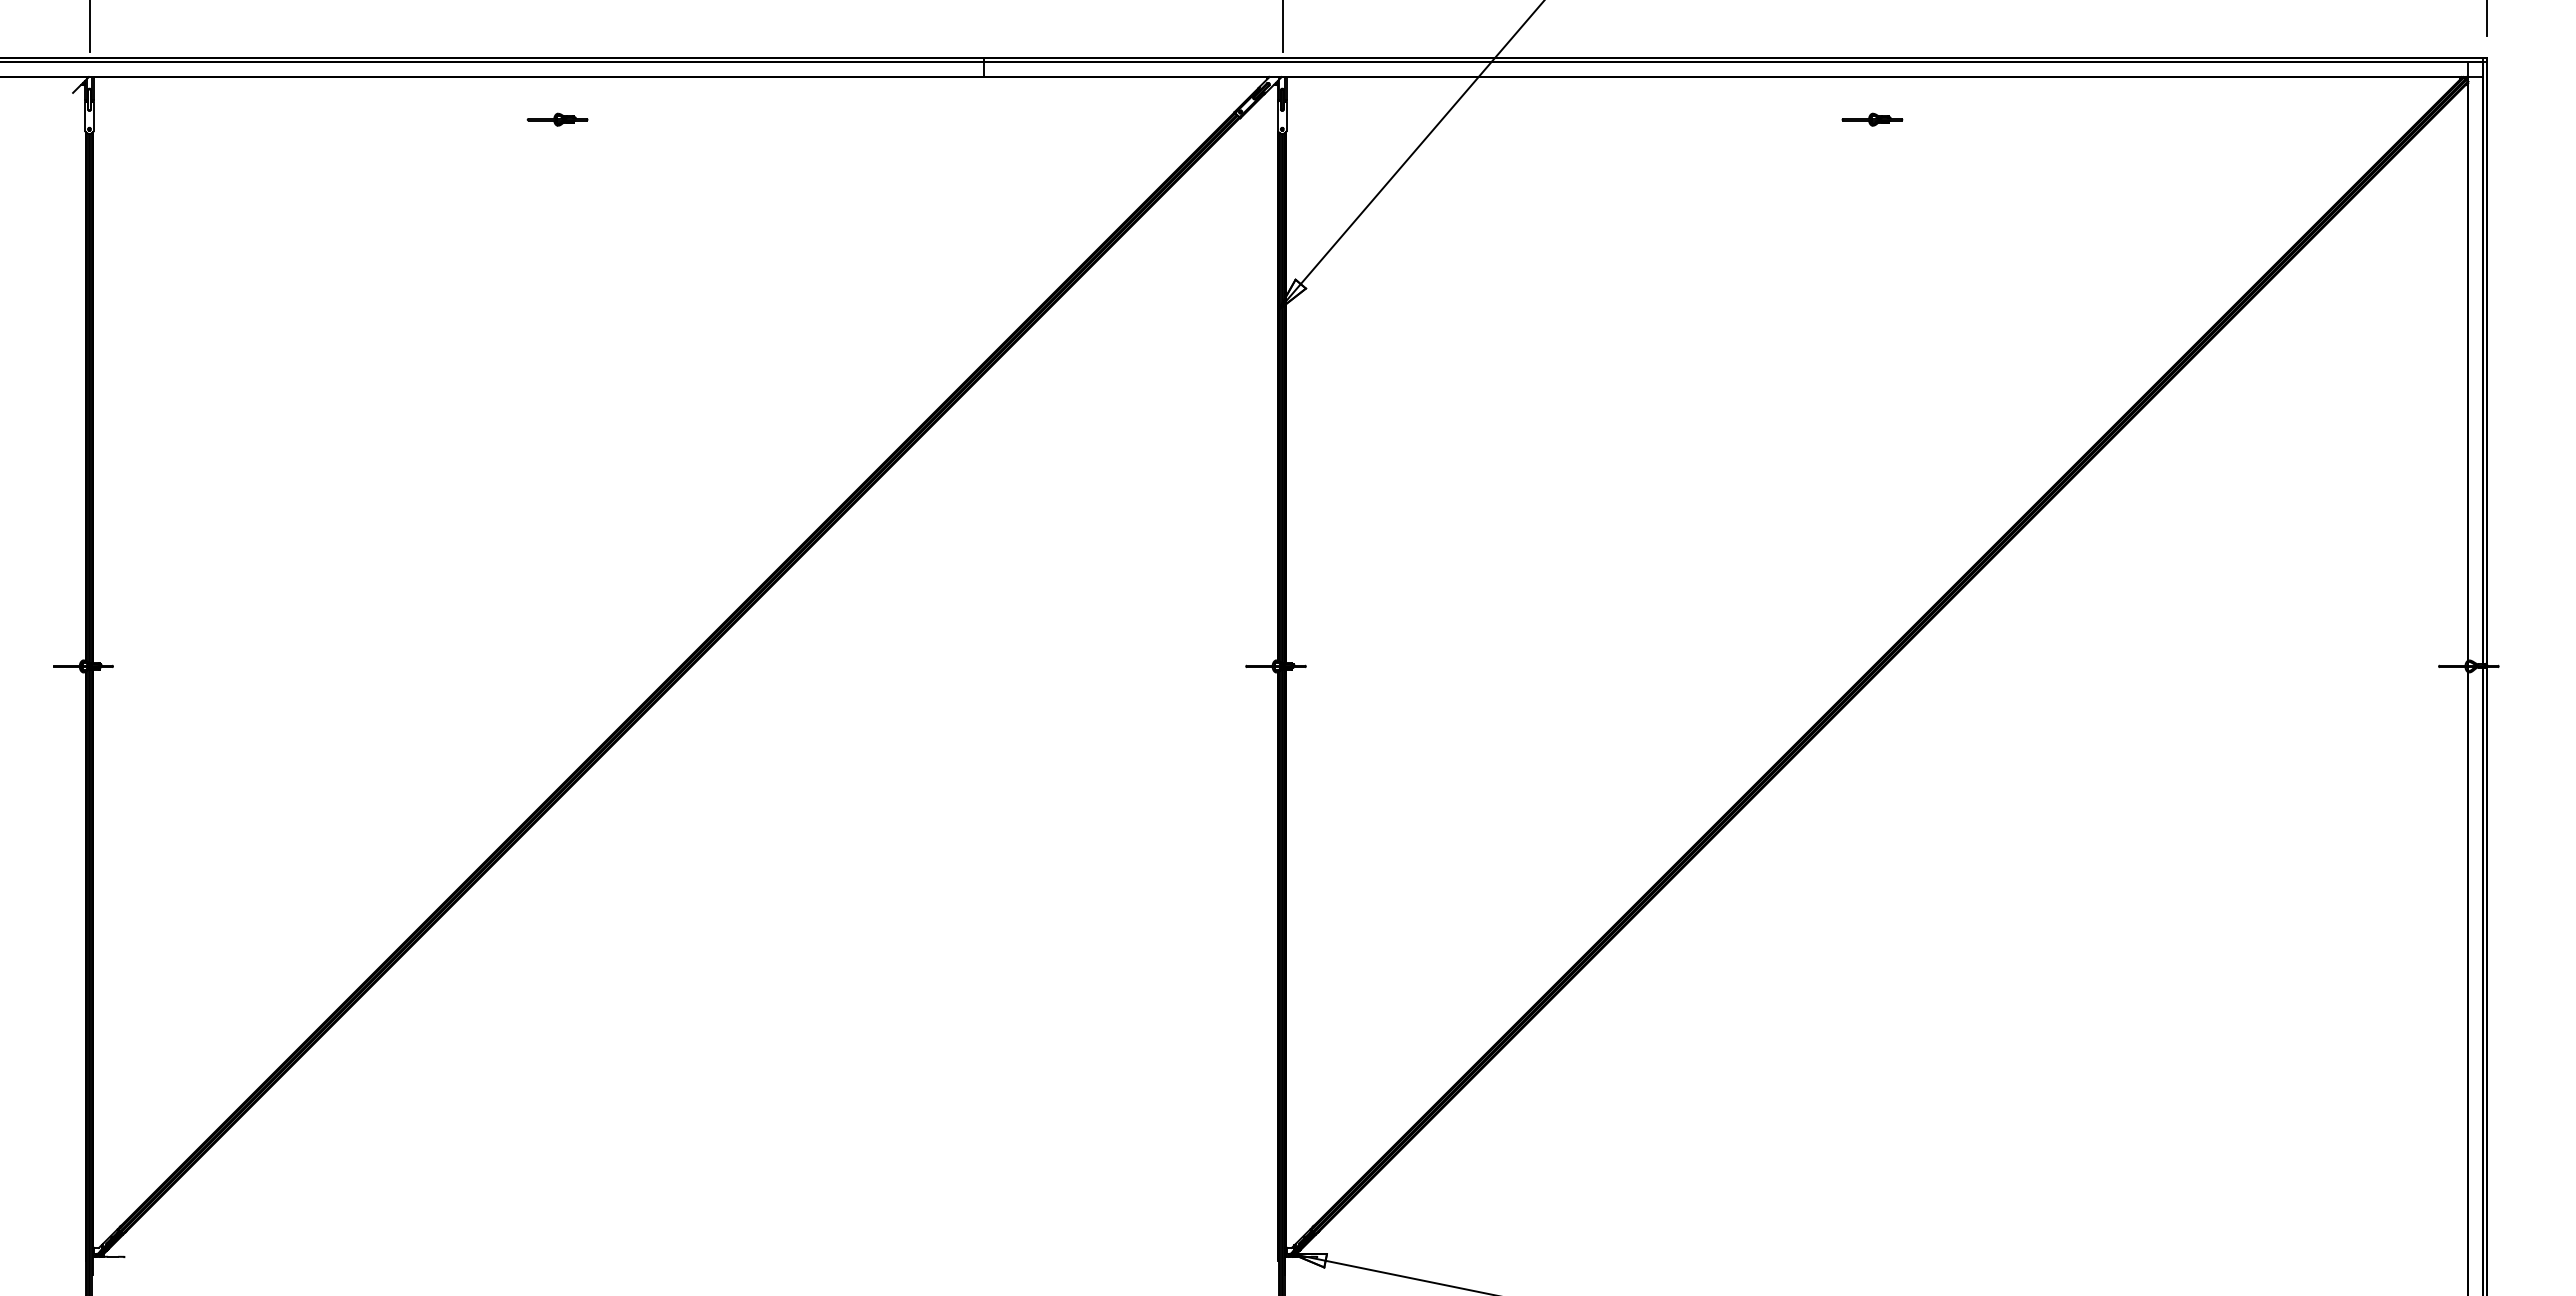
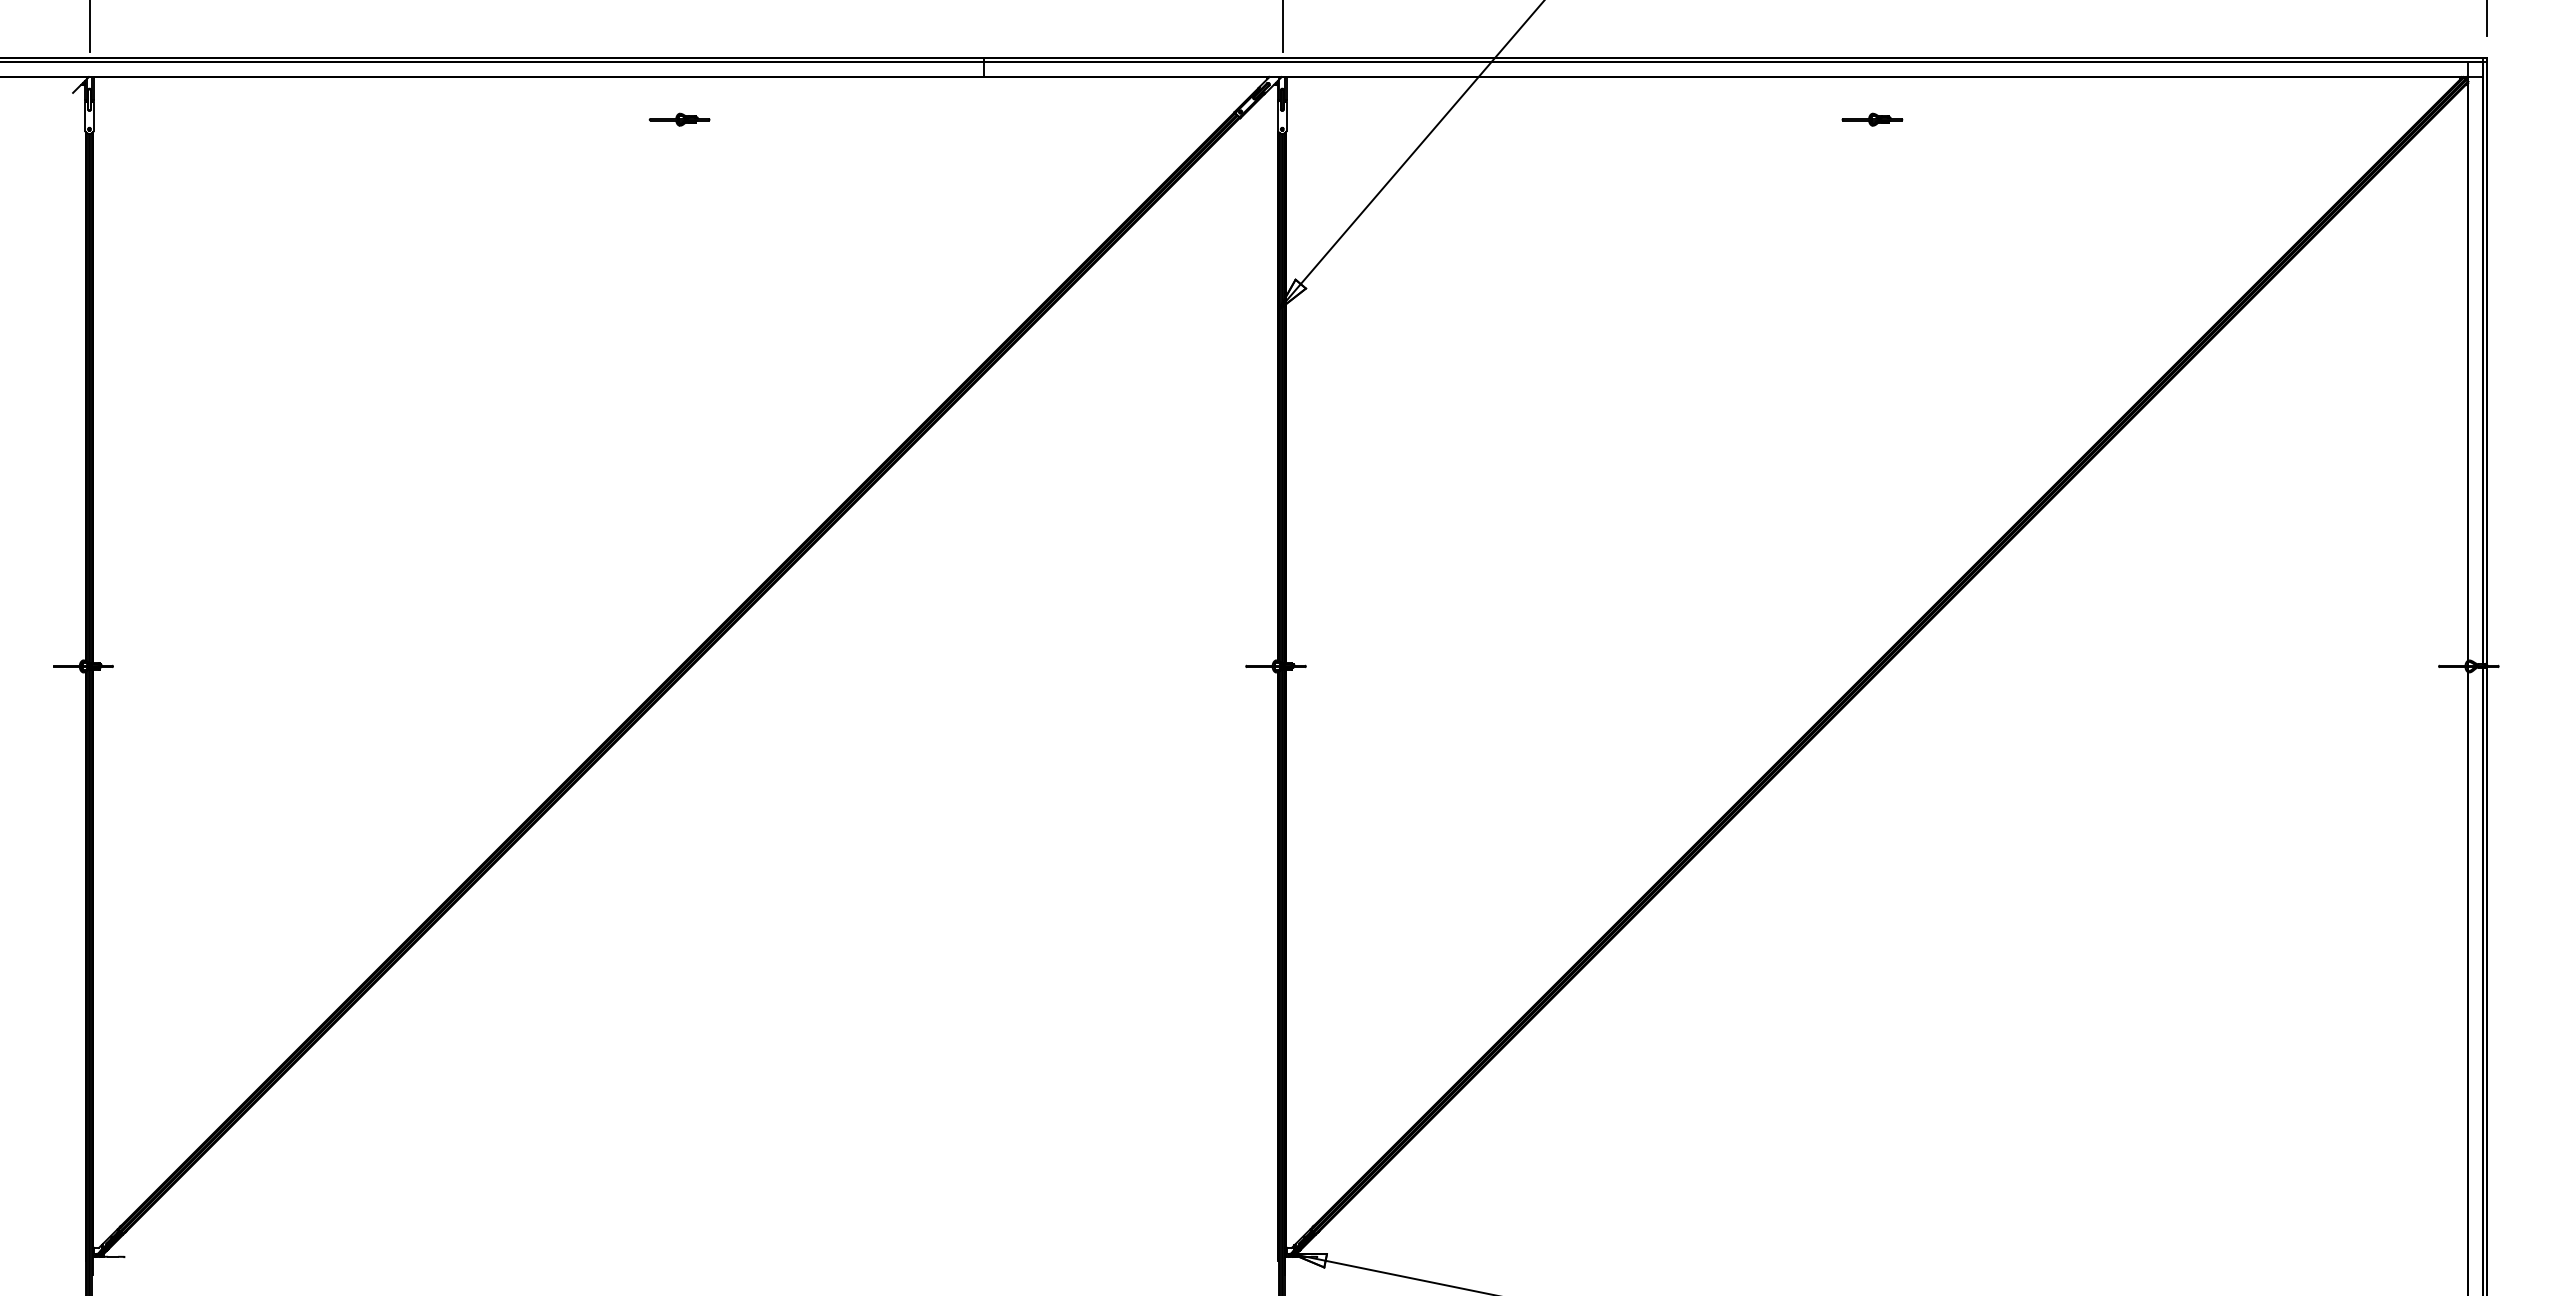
part at (557, 119) position: (557, 119) -> (679, 119)
